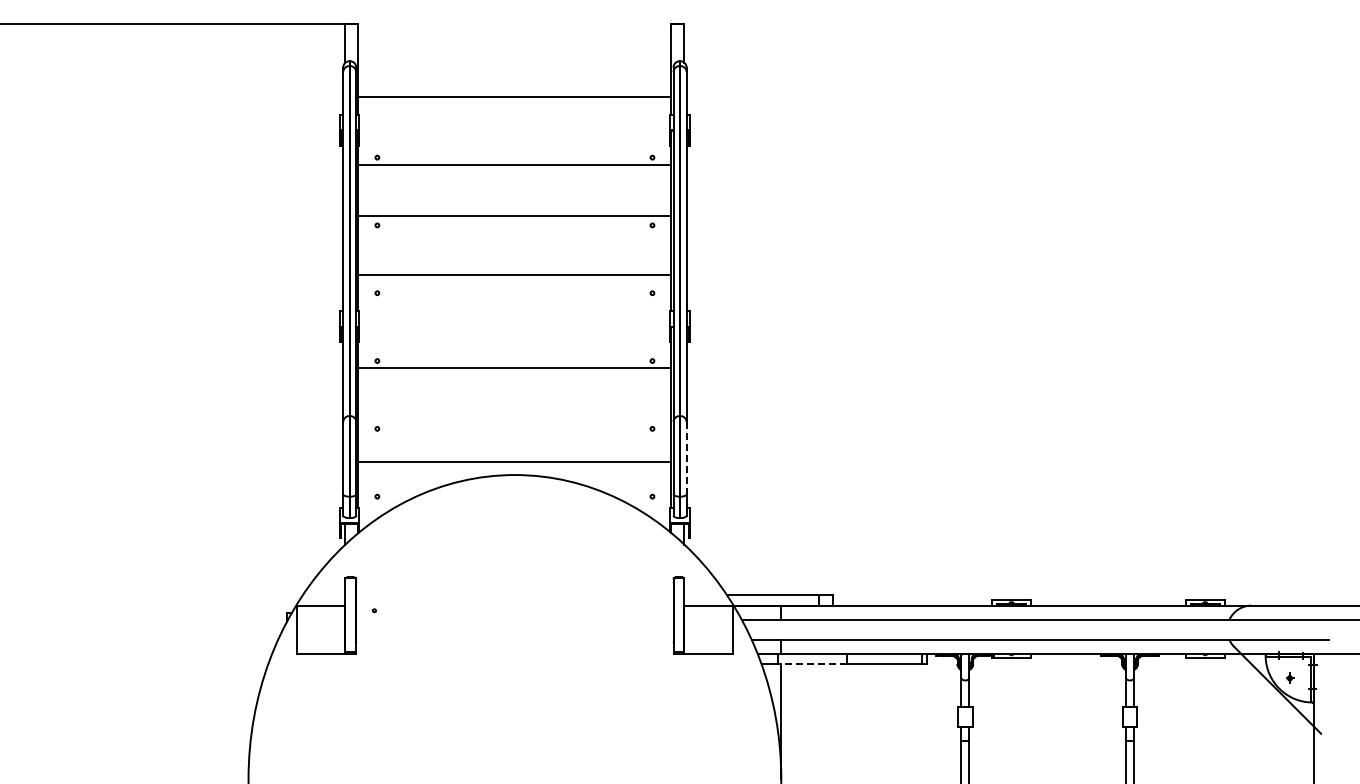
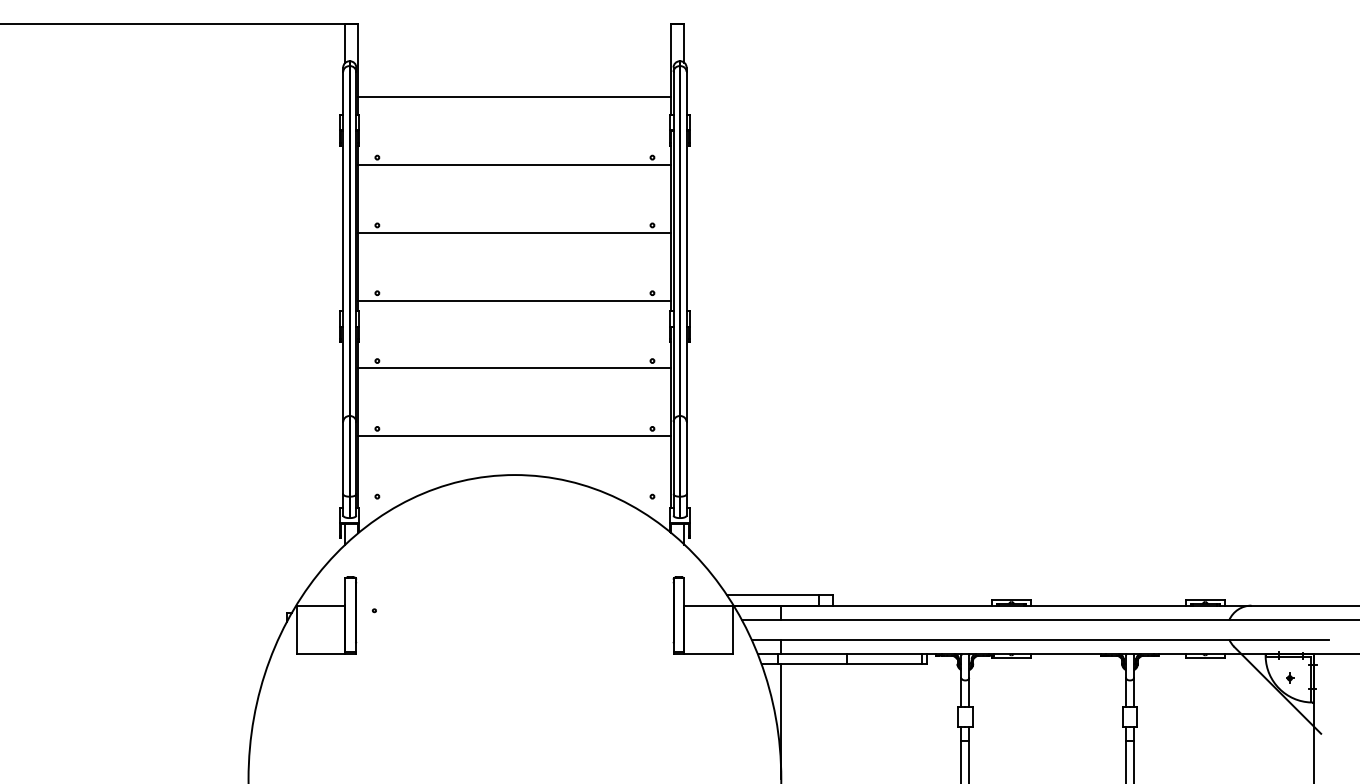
line at (514, 215) position: (514, 215) -> (514, 232)
line at (514, 274) position: (514, 274) -> (514, 300)
line at (686, 458): dashed -> solid
line at (514, 462) position: (514, 462) -> (514, 436)
line at (812, 664): dashed -> solid
